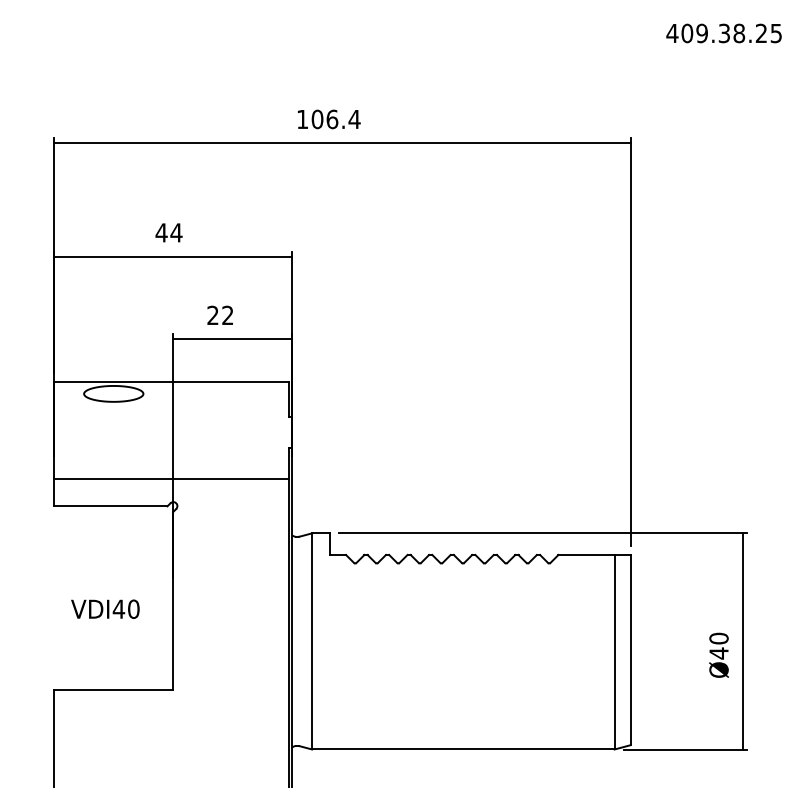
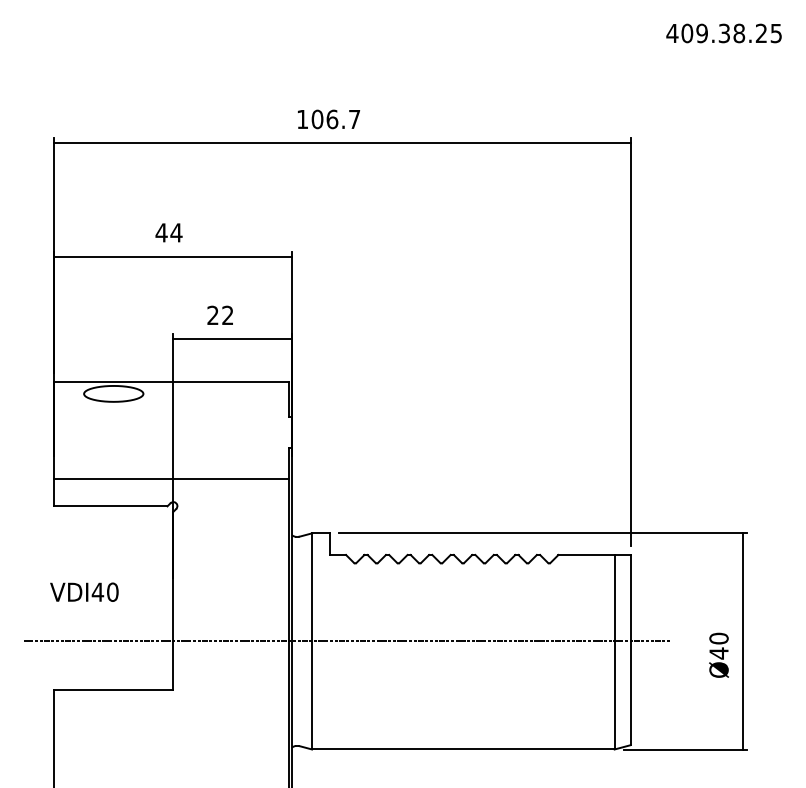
text at (354, 119): 106.4 -> 106.7
text at (105, 608) position: (105, 608) -> (84, 591)
line at (347, 641): none -> present
